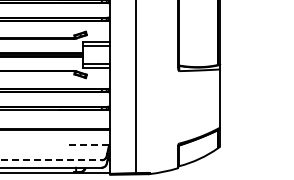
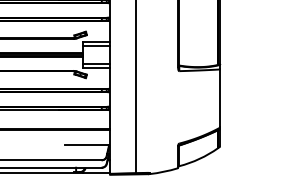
line at (87, 145): dashed -> solid
line at (51, 160): dashed -> solid
